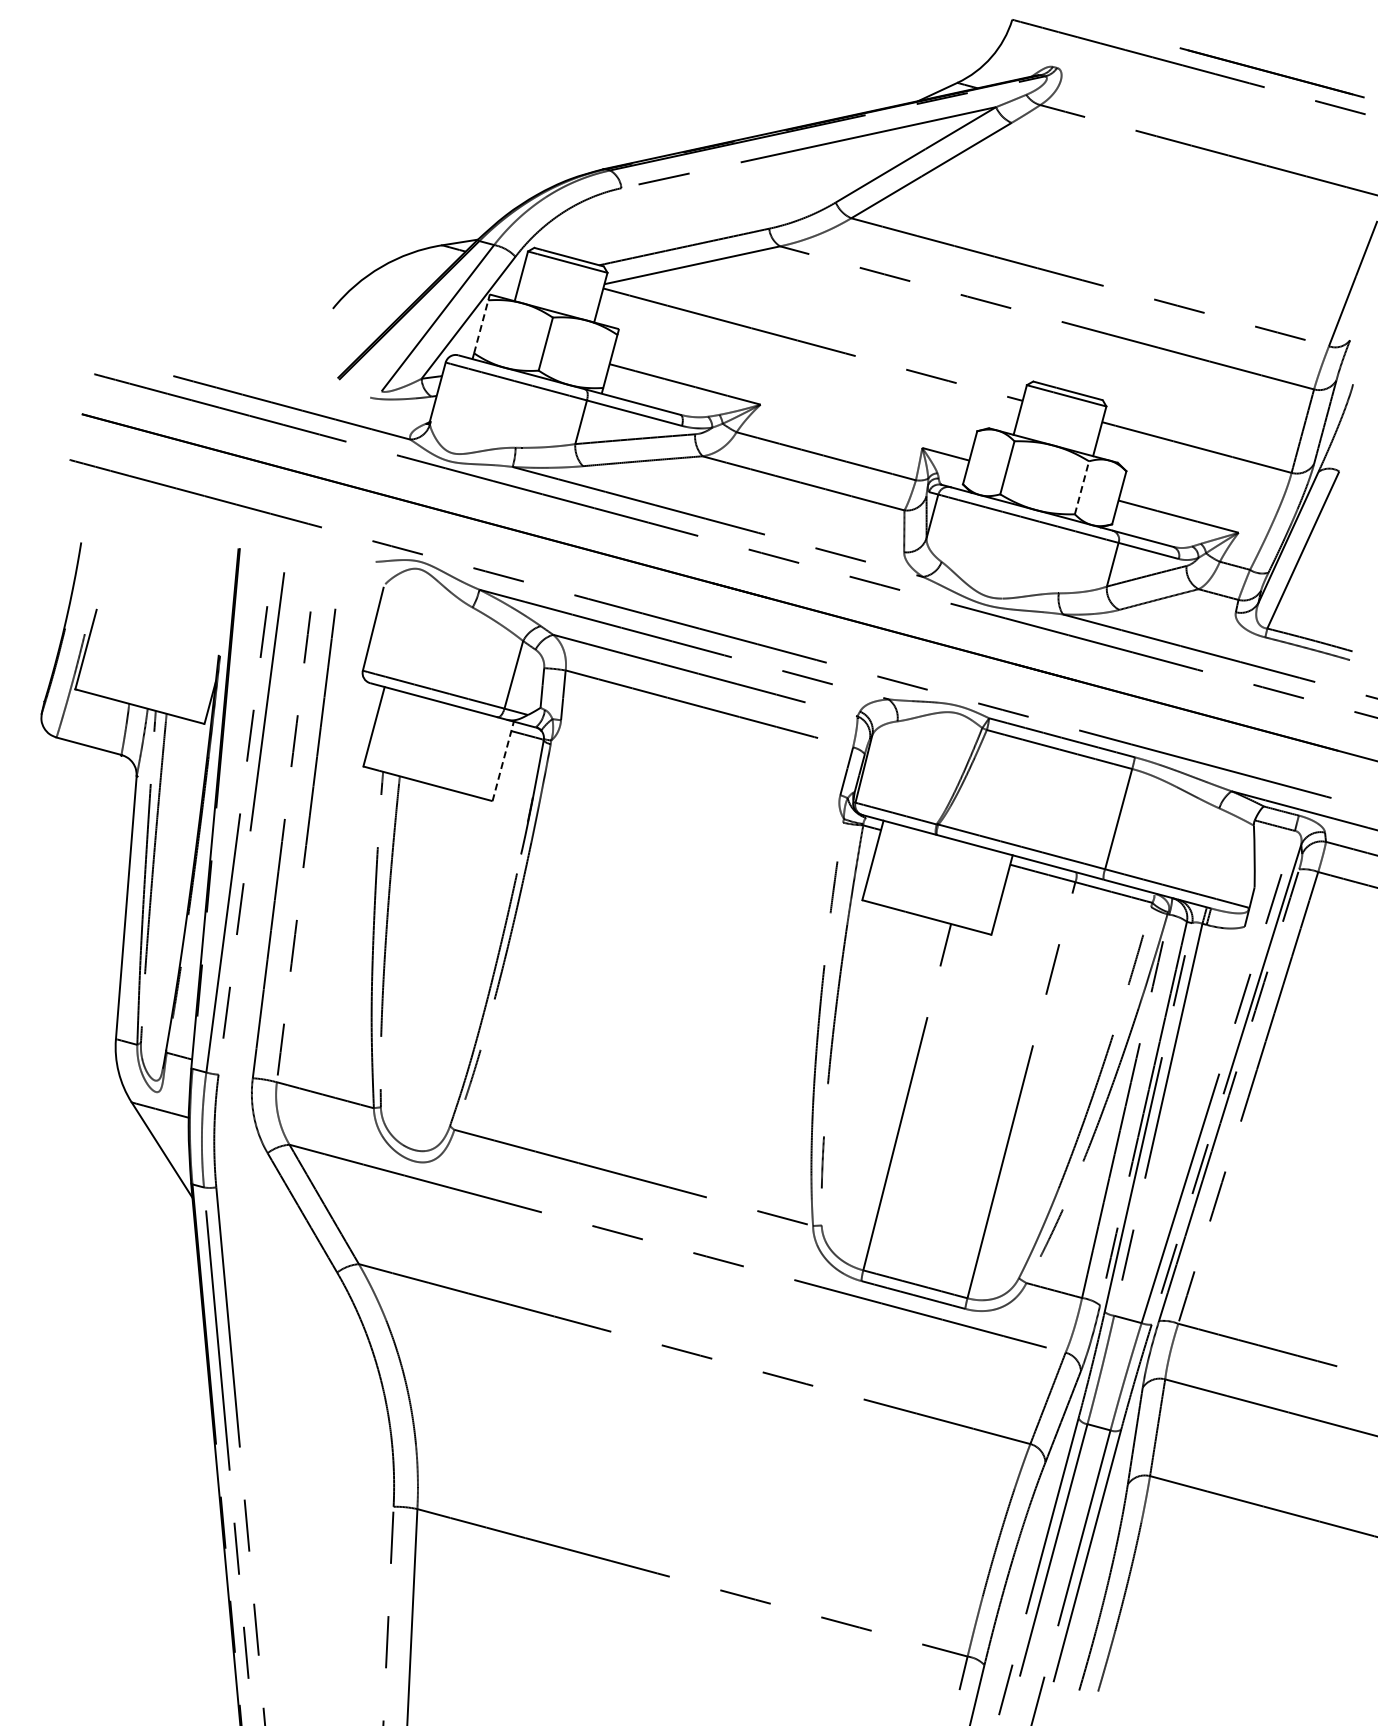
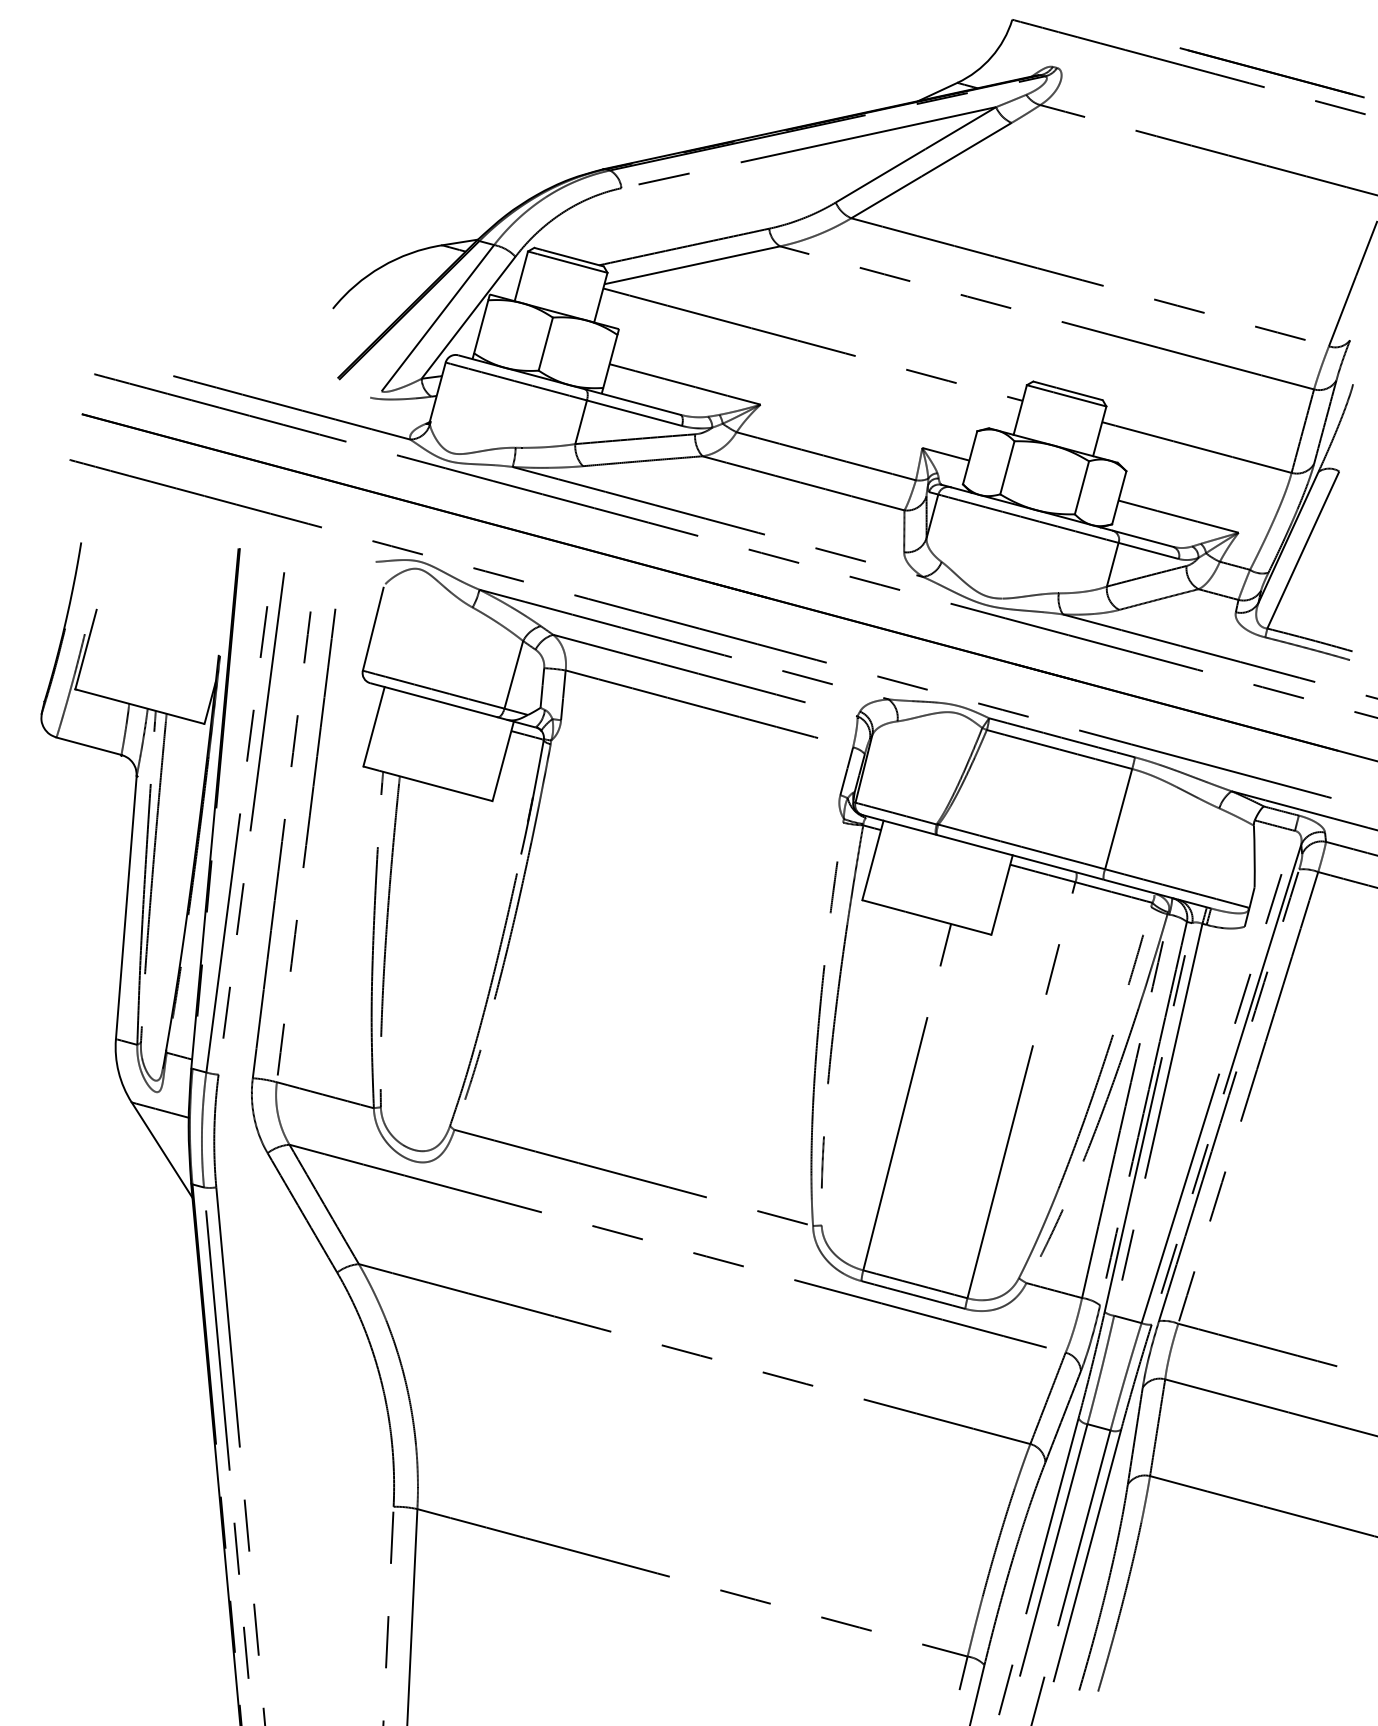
line at (481, 326): dashed -> solid
line at (1082, 487): dashed -> solid
line at (503, 760): dashed -> solid
